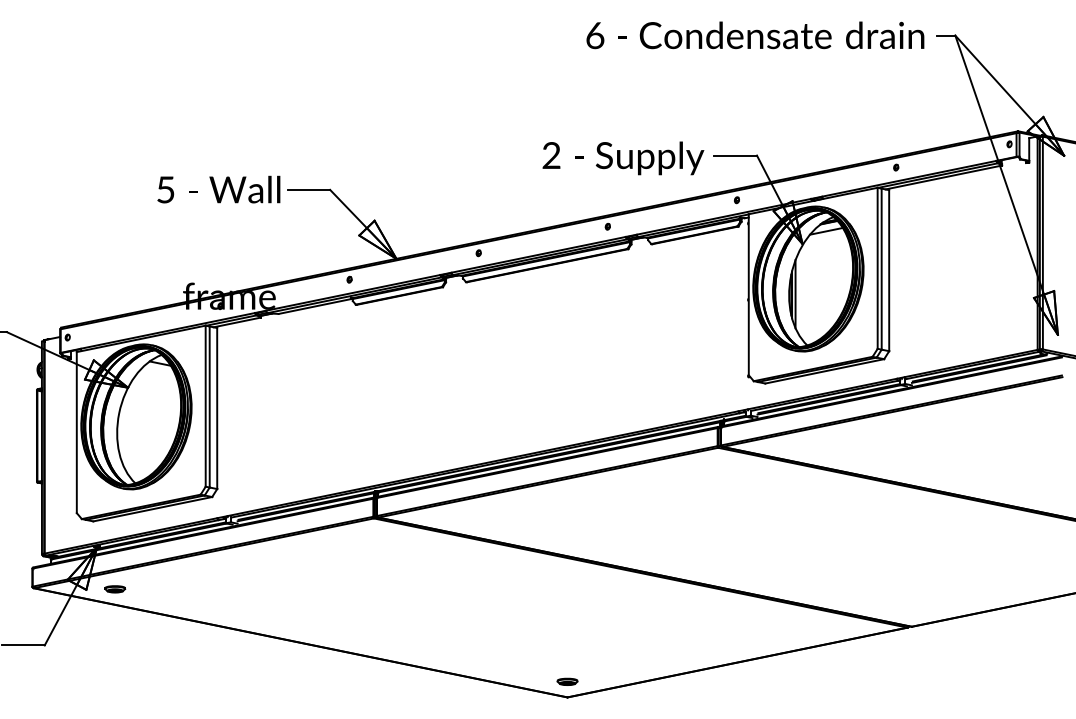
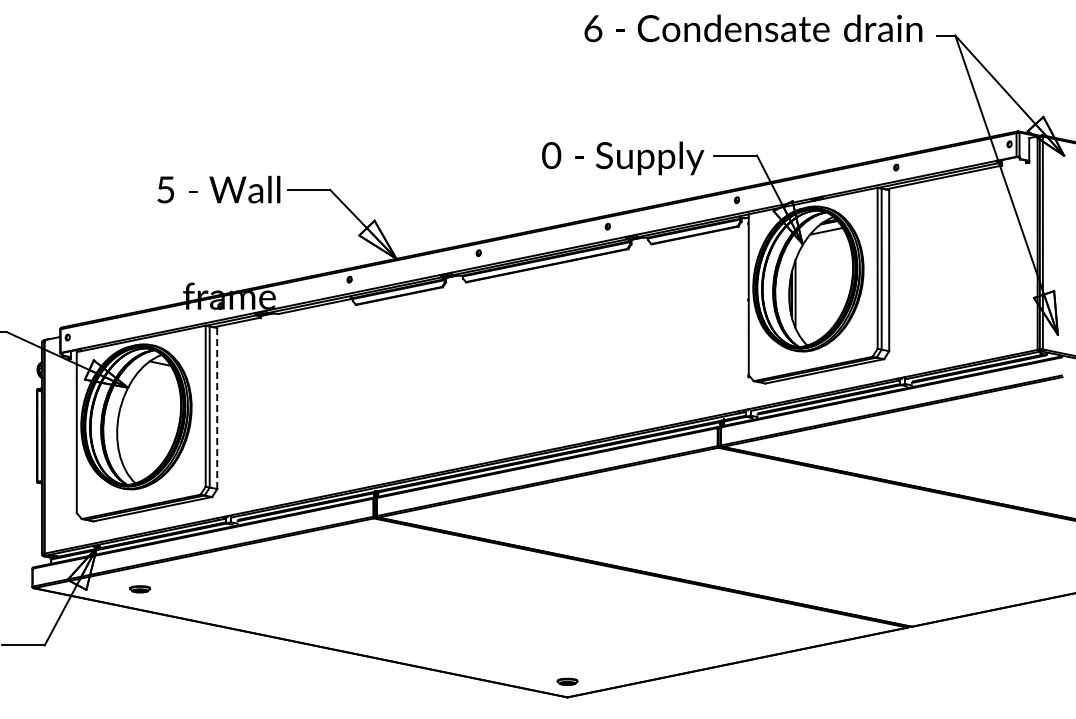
text at (755, 35) position: (755, 35) -> (753, 28)
text at (551, 155): 2 -> 0
line at (217, 408): solid -> dashed
part at (115, 589) position: (115, 589) -> (140, 589)
